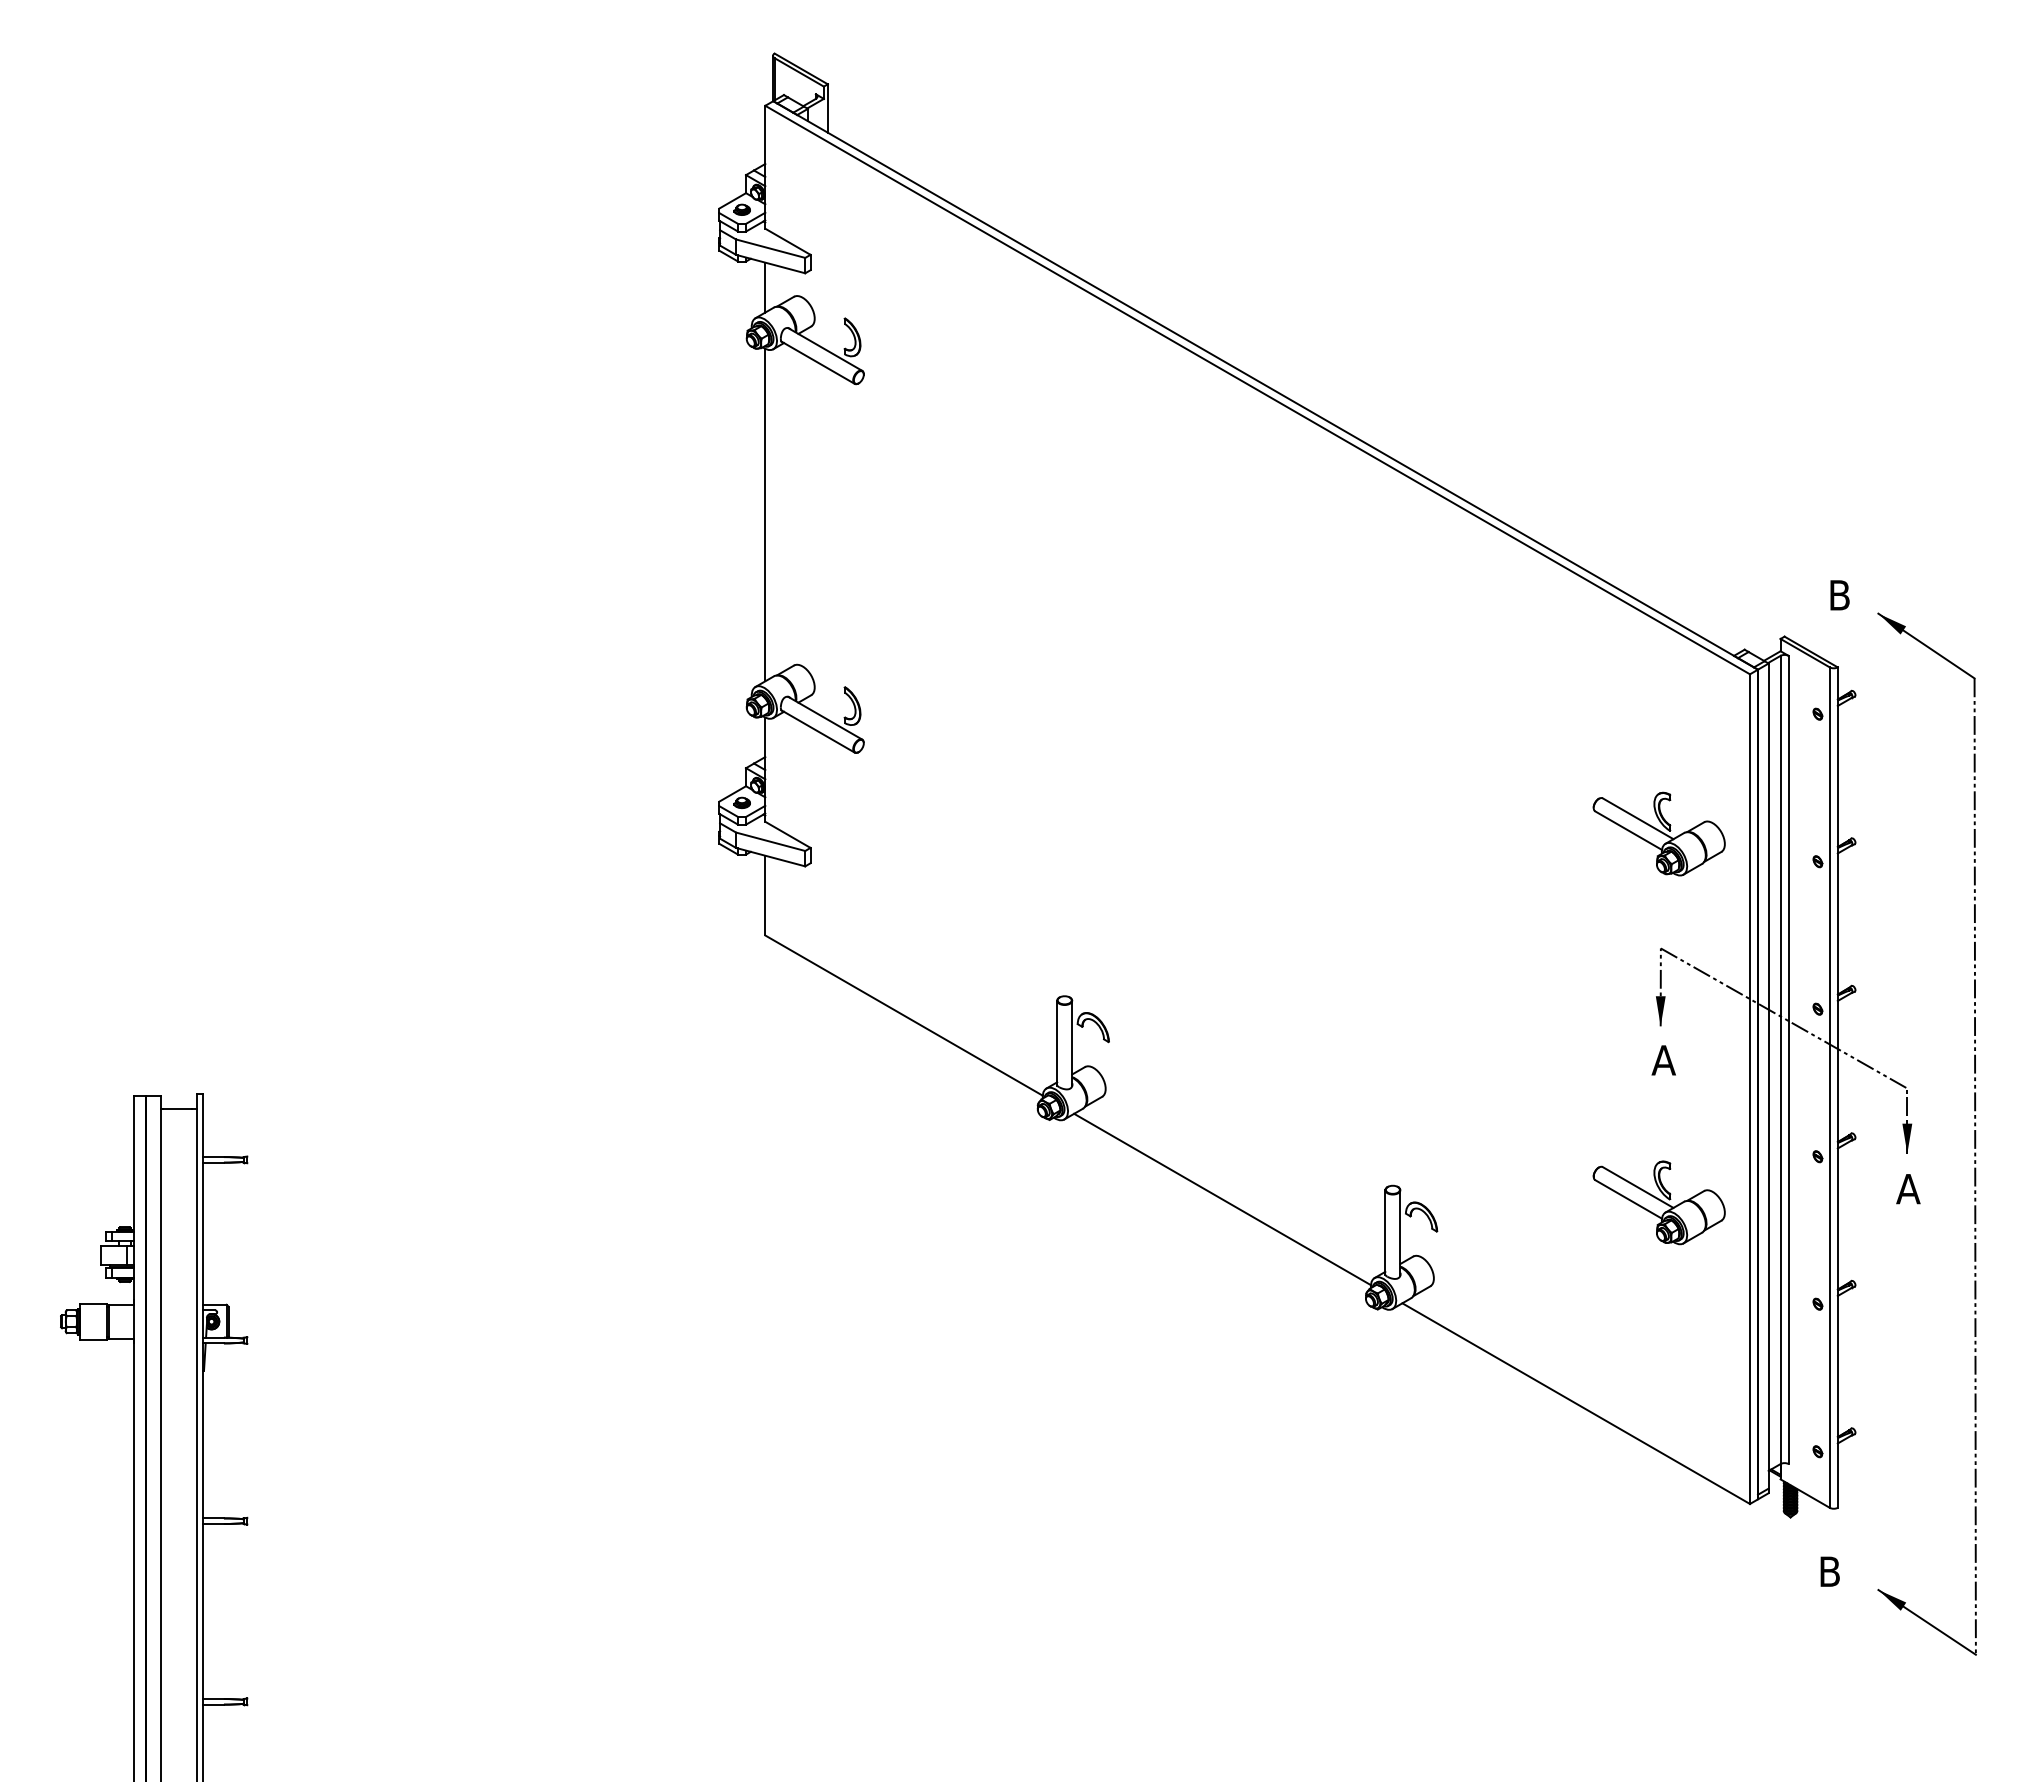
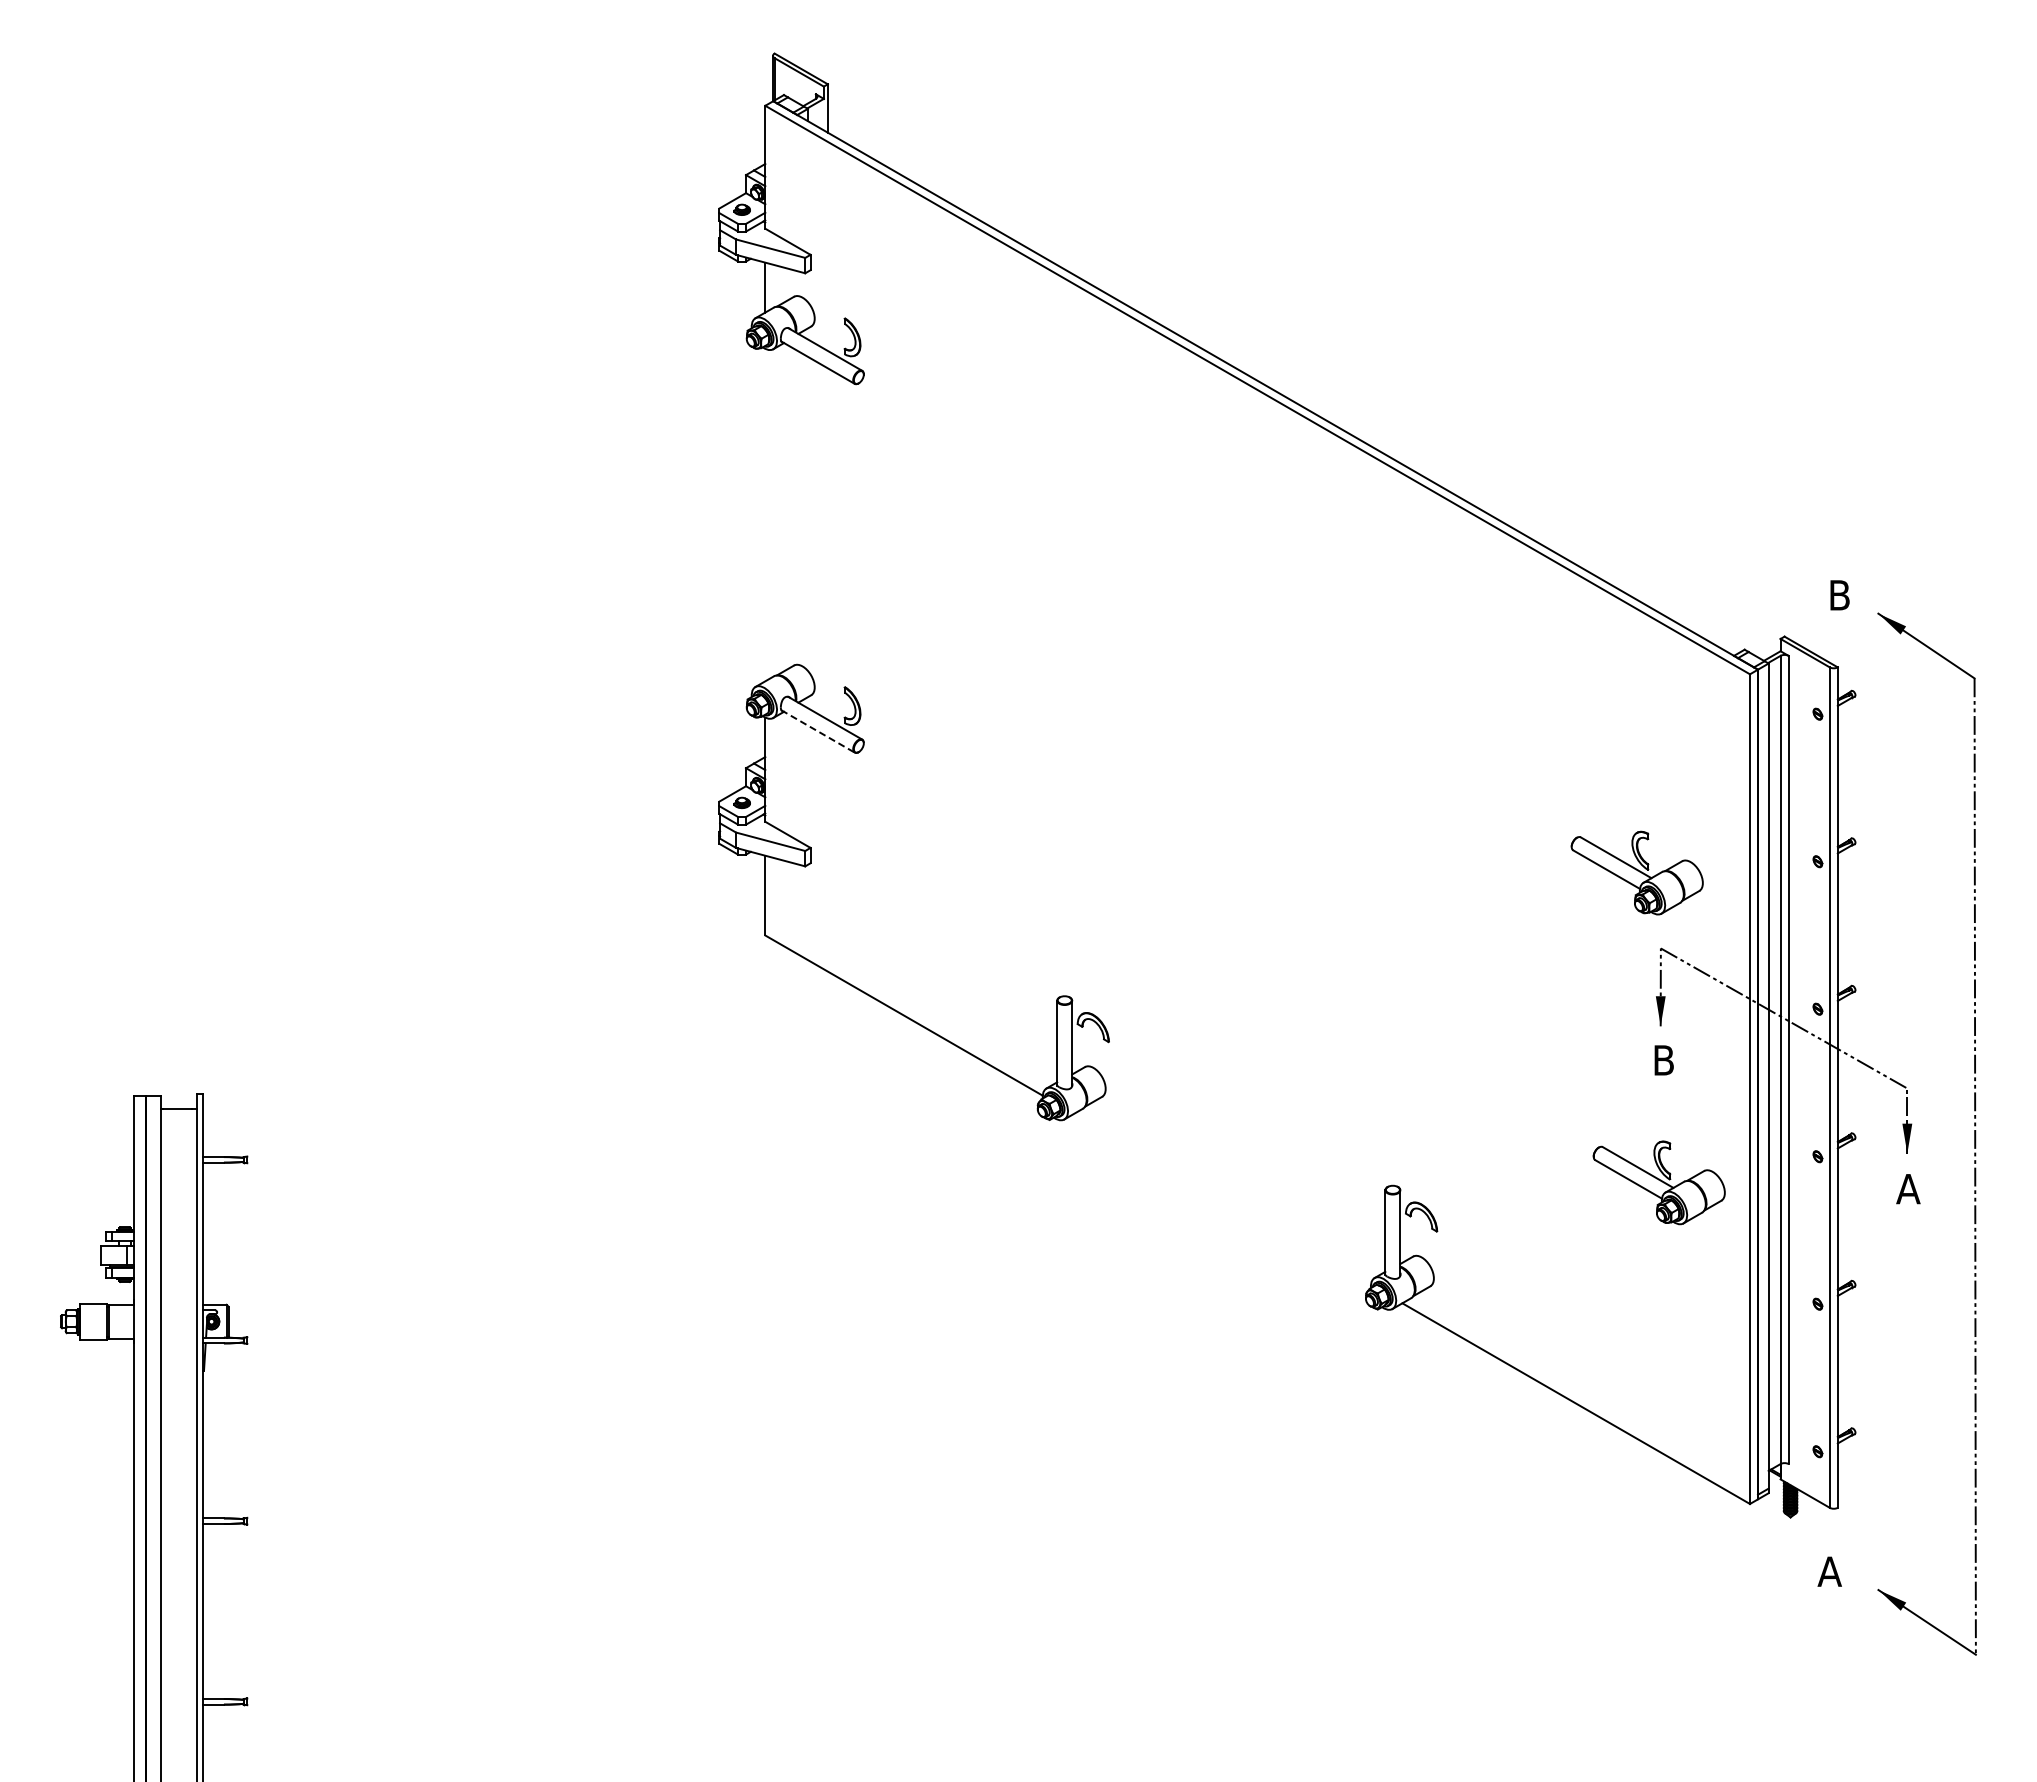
line at (765, 514): present -> none
line at (818, 731): solid -> dashed
part at (1658, 833) position: (1658, 833) -> (1636, 872)
text at (1663, 1060): A -> B
line at (1222, 1199): present -> none
part at (1658, 1202) position: (1658, 1202) -> (1658, 1182)
text at (1829, 1571): B -> A
